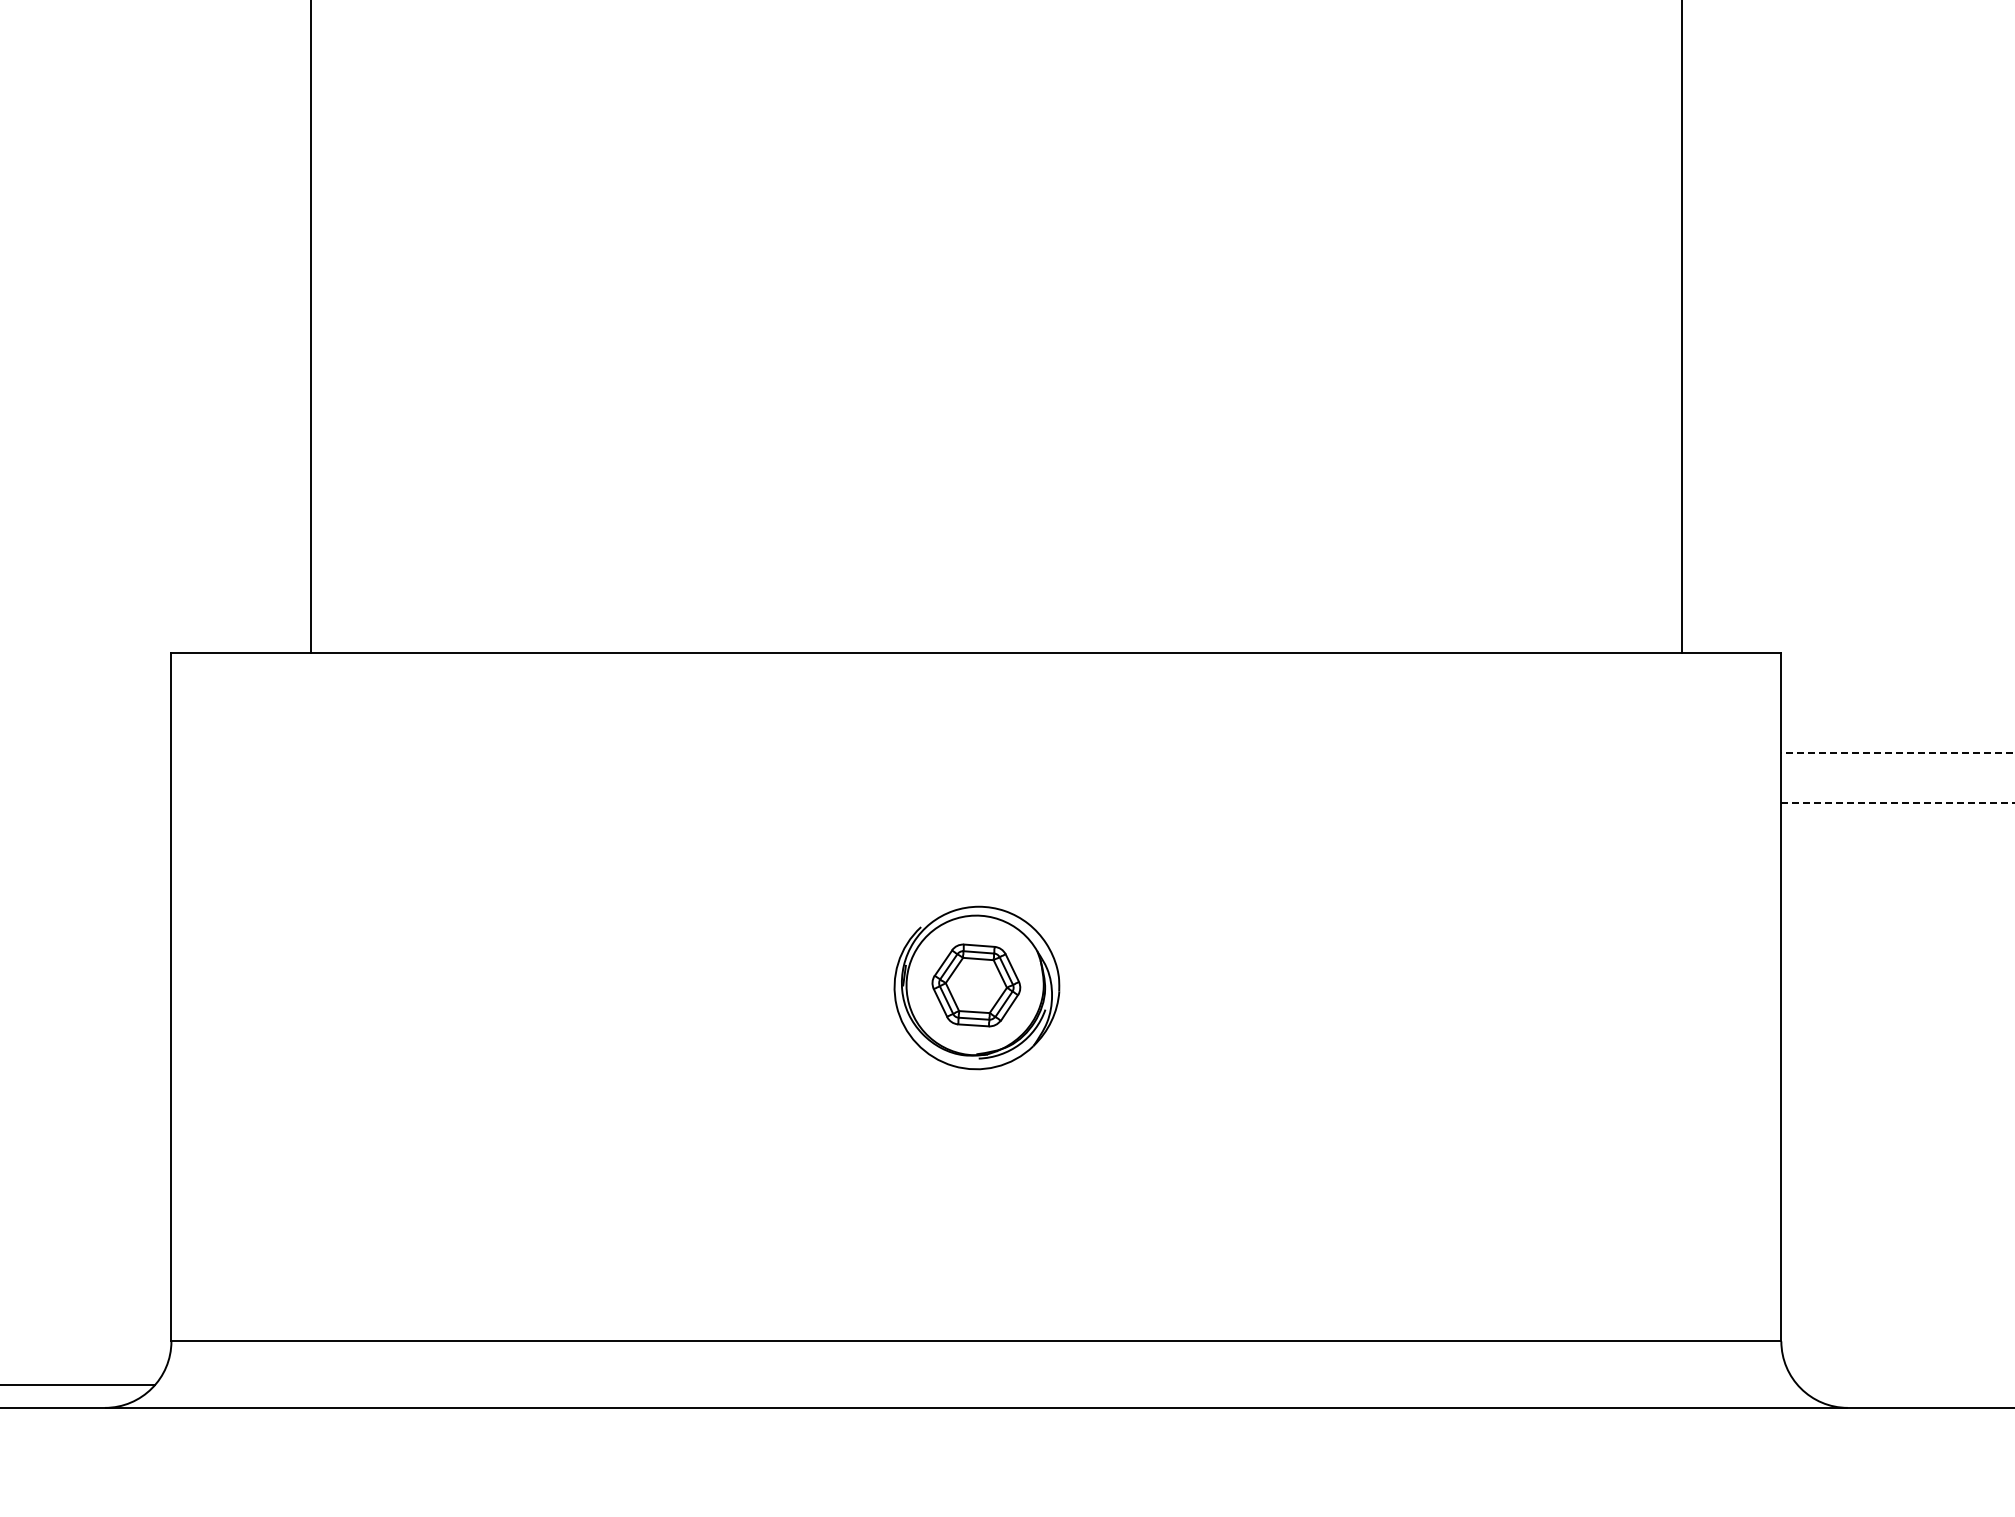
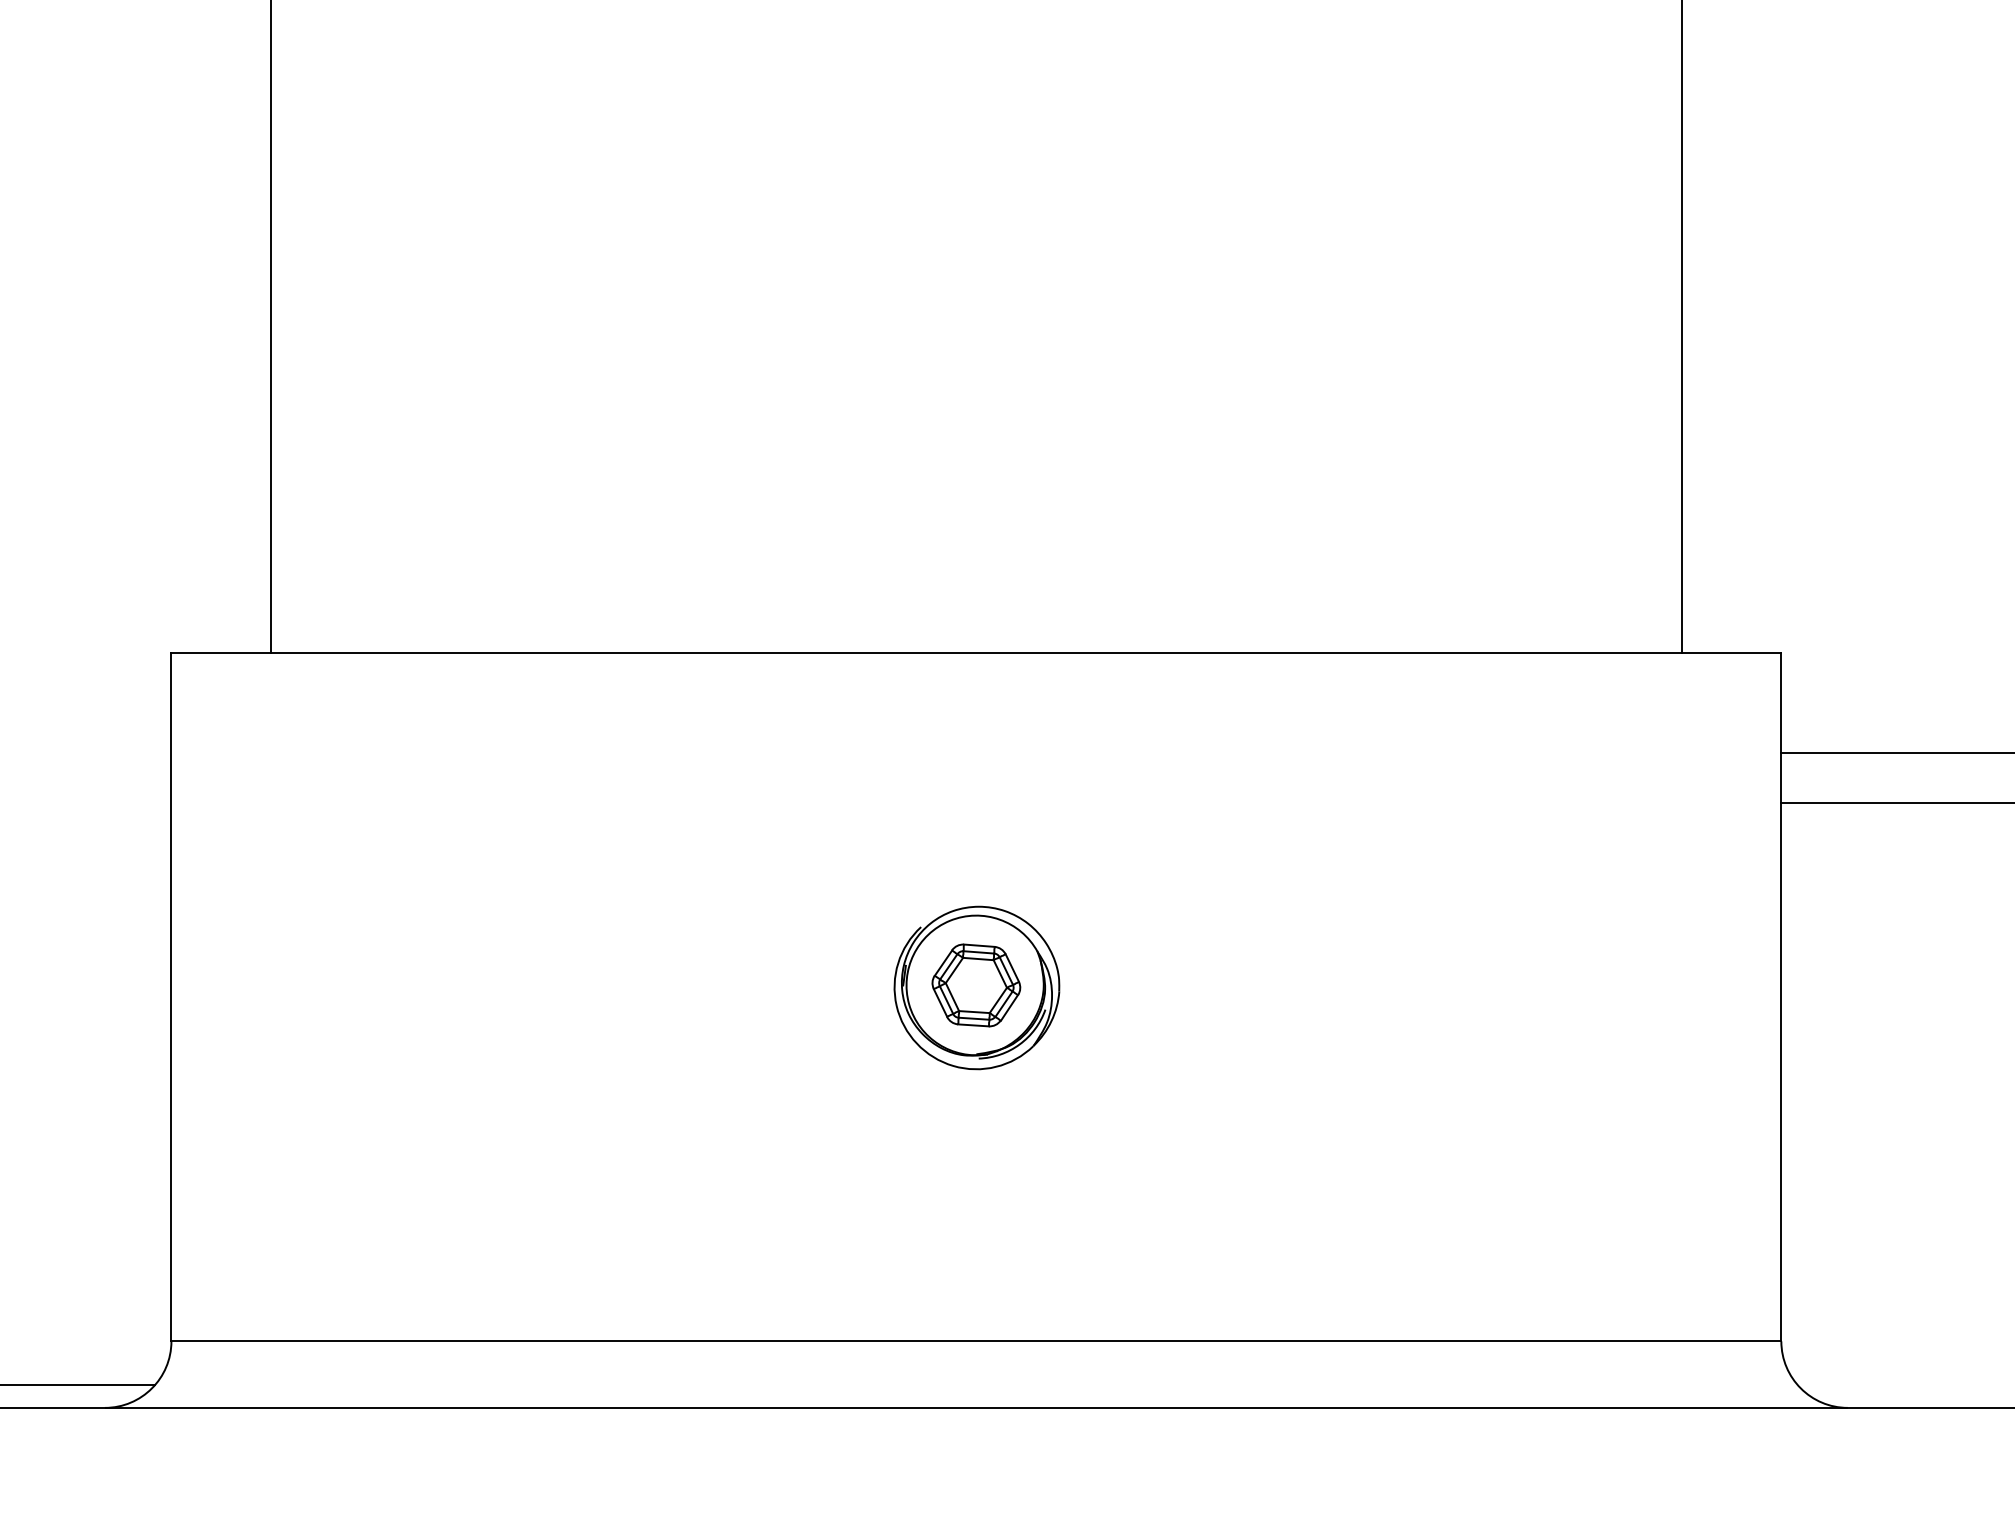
line at (311, 327) position: (311, 327) -> (271, 327)
line at (1897, 752): dashed -> solid
line at (1897, 802): dashed -> solid
